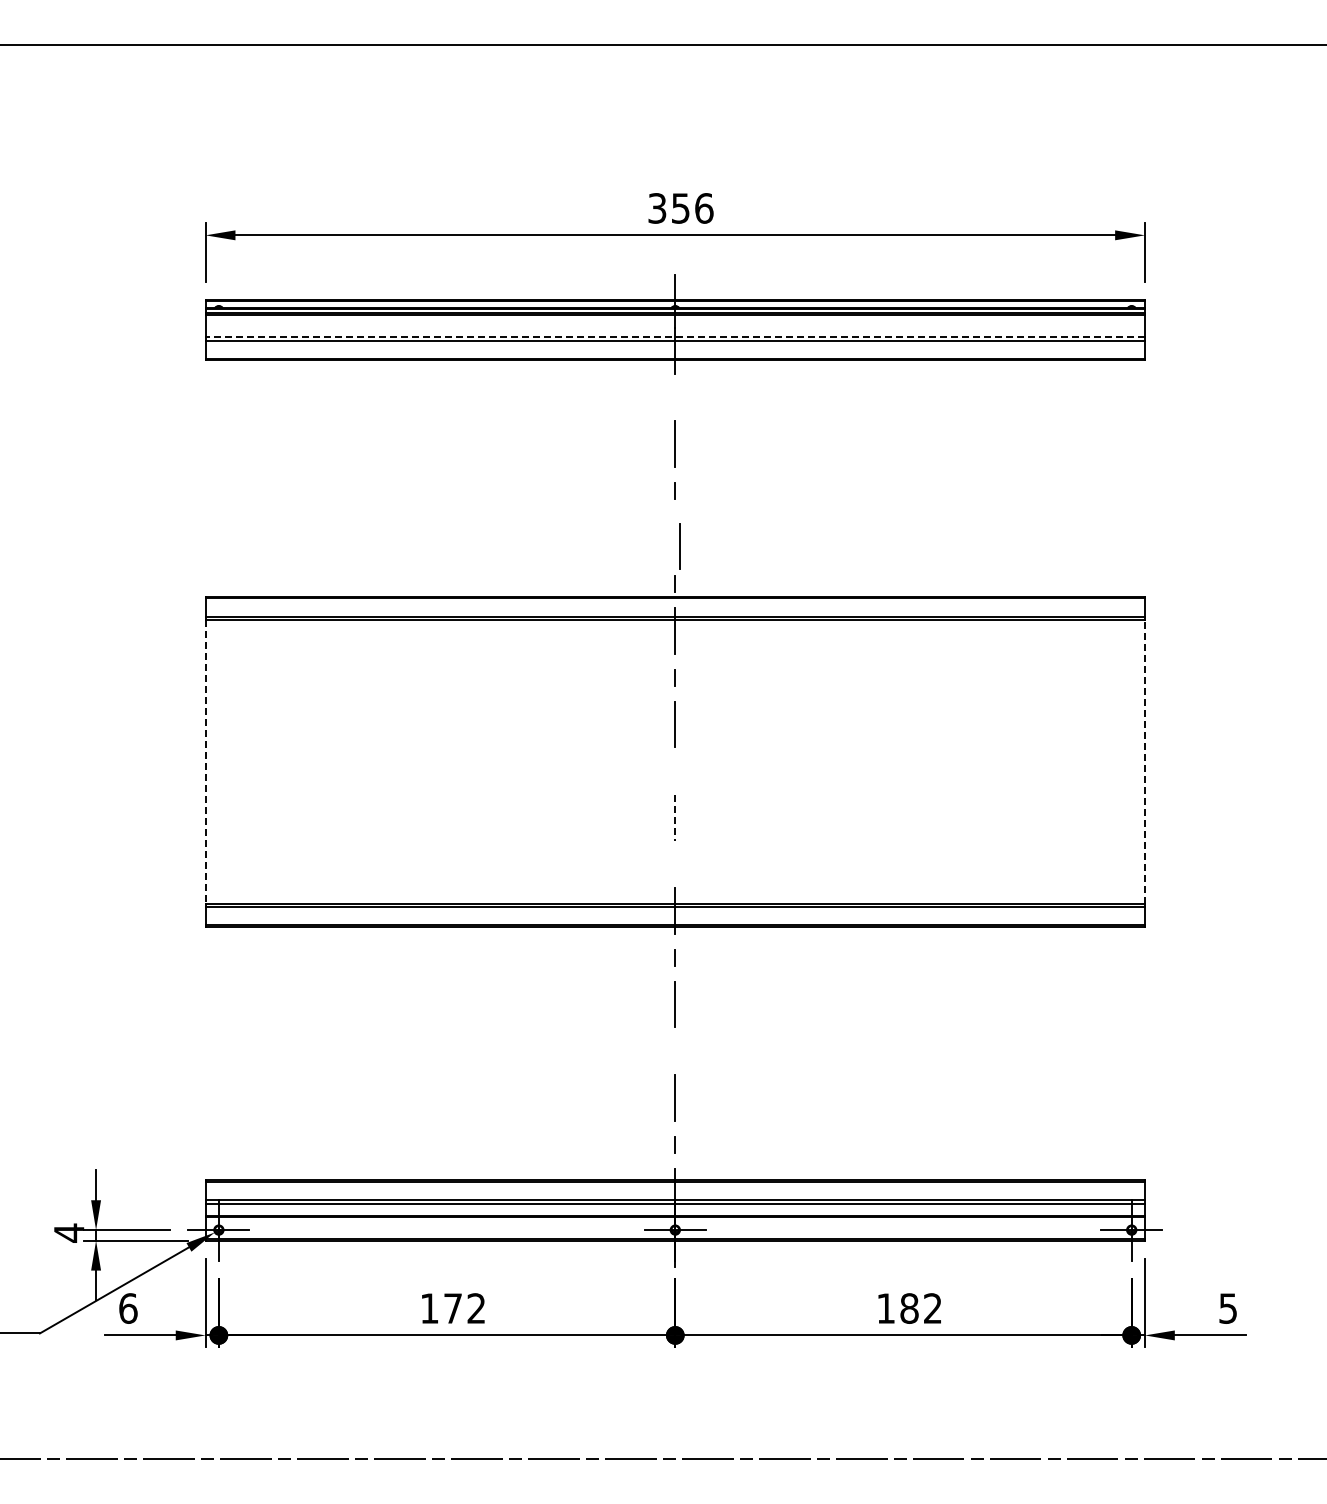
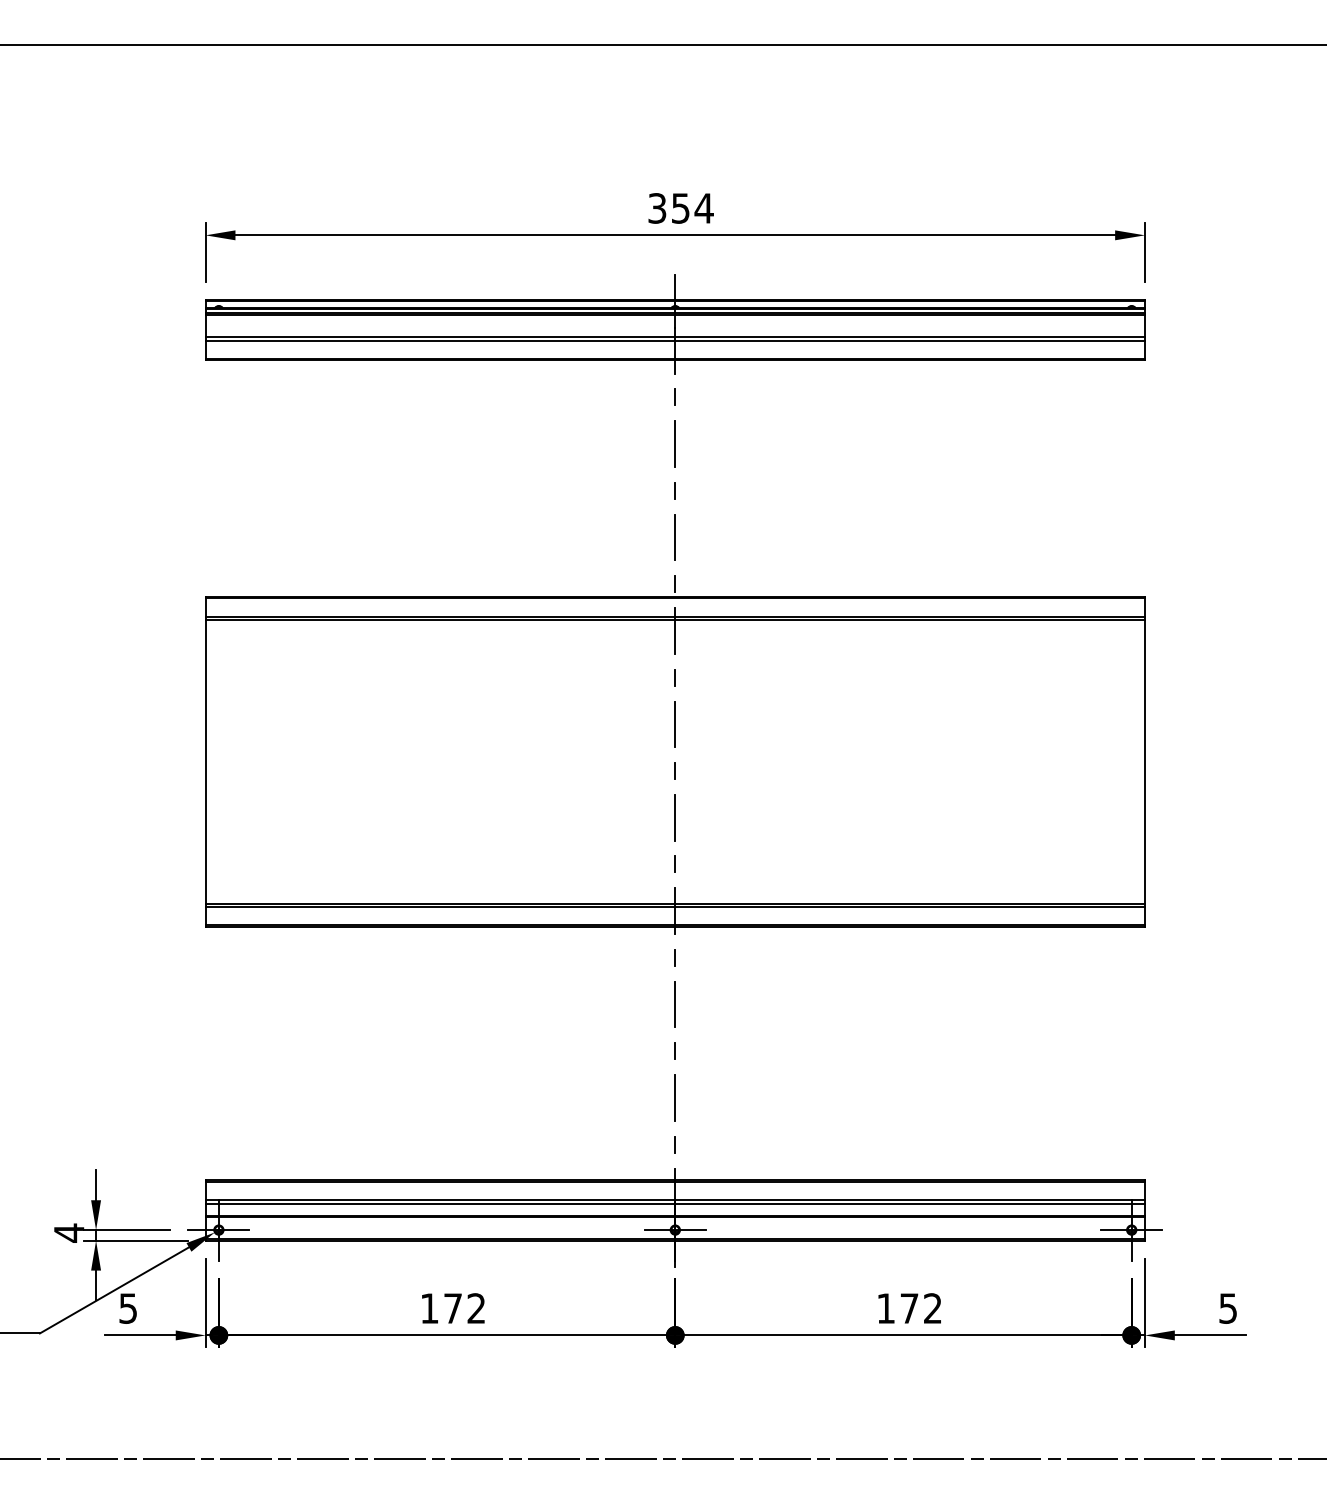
text at (703, 208): 356 -> 354
line at (675, 336): dashed -> solid
line at (674, 396): none -> present
line at (679, 546) position: (679, 546) -> (674, 537)
line at (205, 761): dashed -> solid
line at (1144, 761): dashed -> solid
line at (674, 770): none -> present
line at (675, 817): dashed -> solid
line at (674, 863): none -> present
line at (674, 1050): none -> present
text at (128, 1308): 6 -> 5
text at (909, 1308): 182 -> 172
